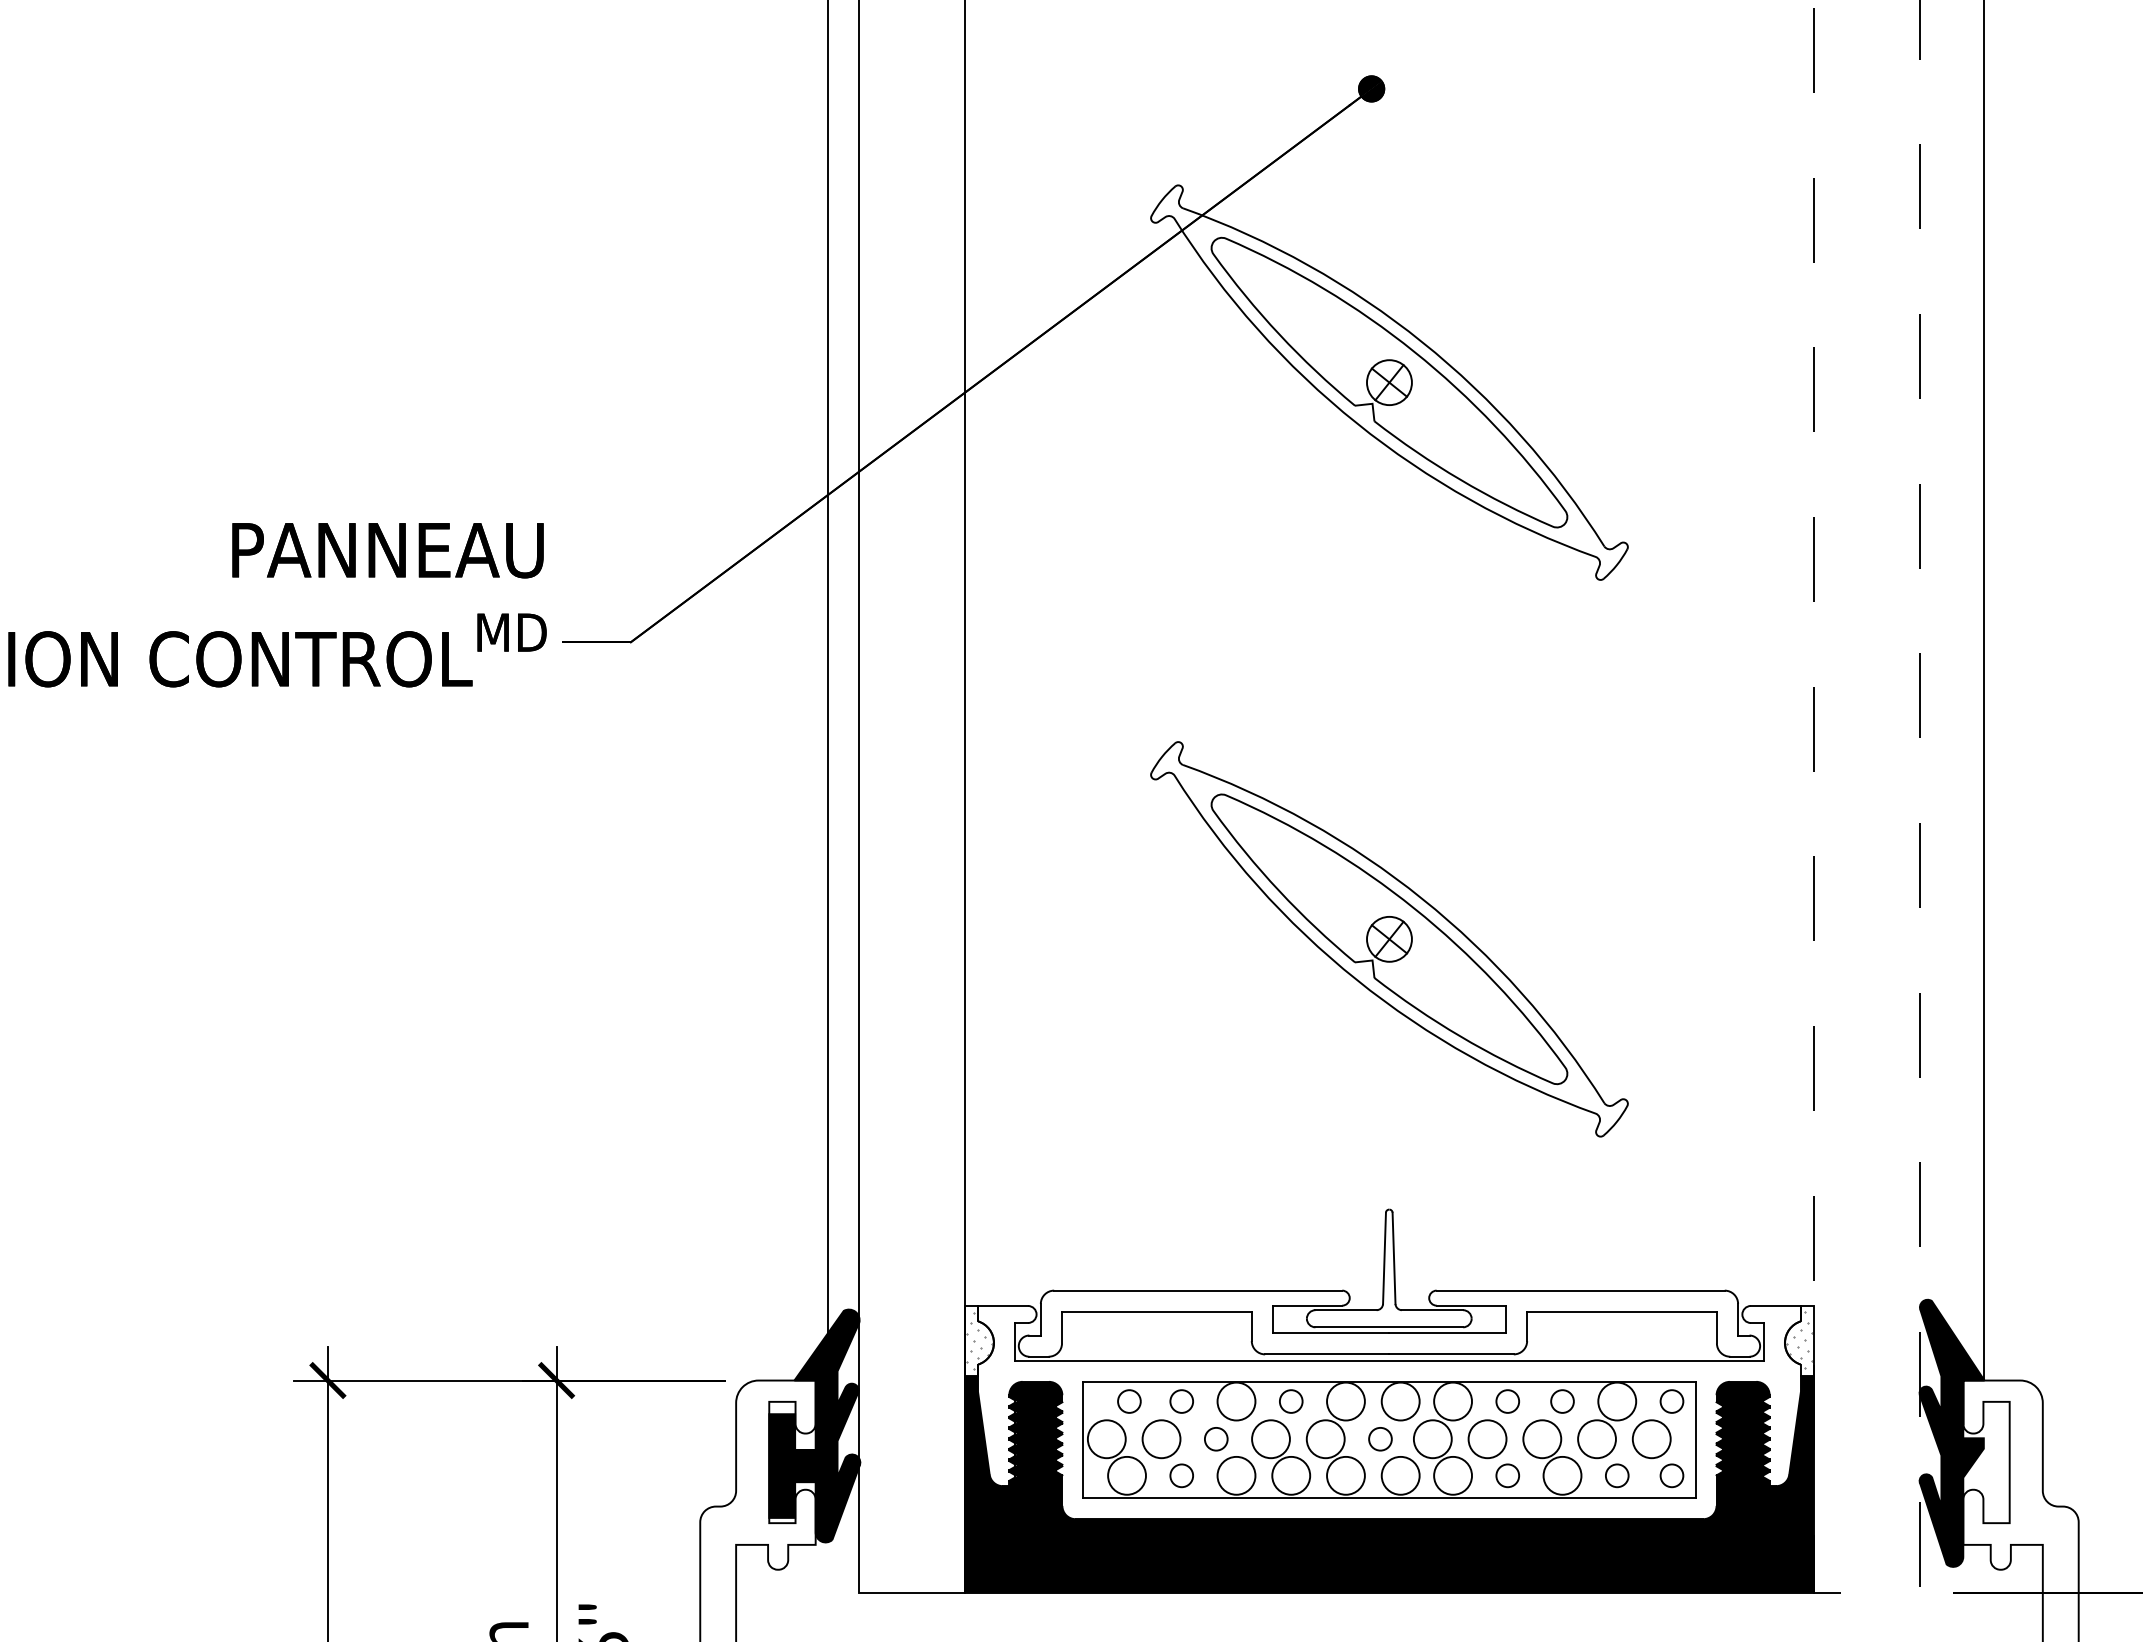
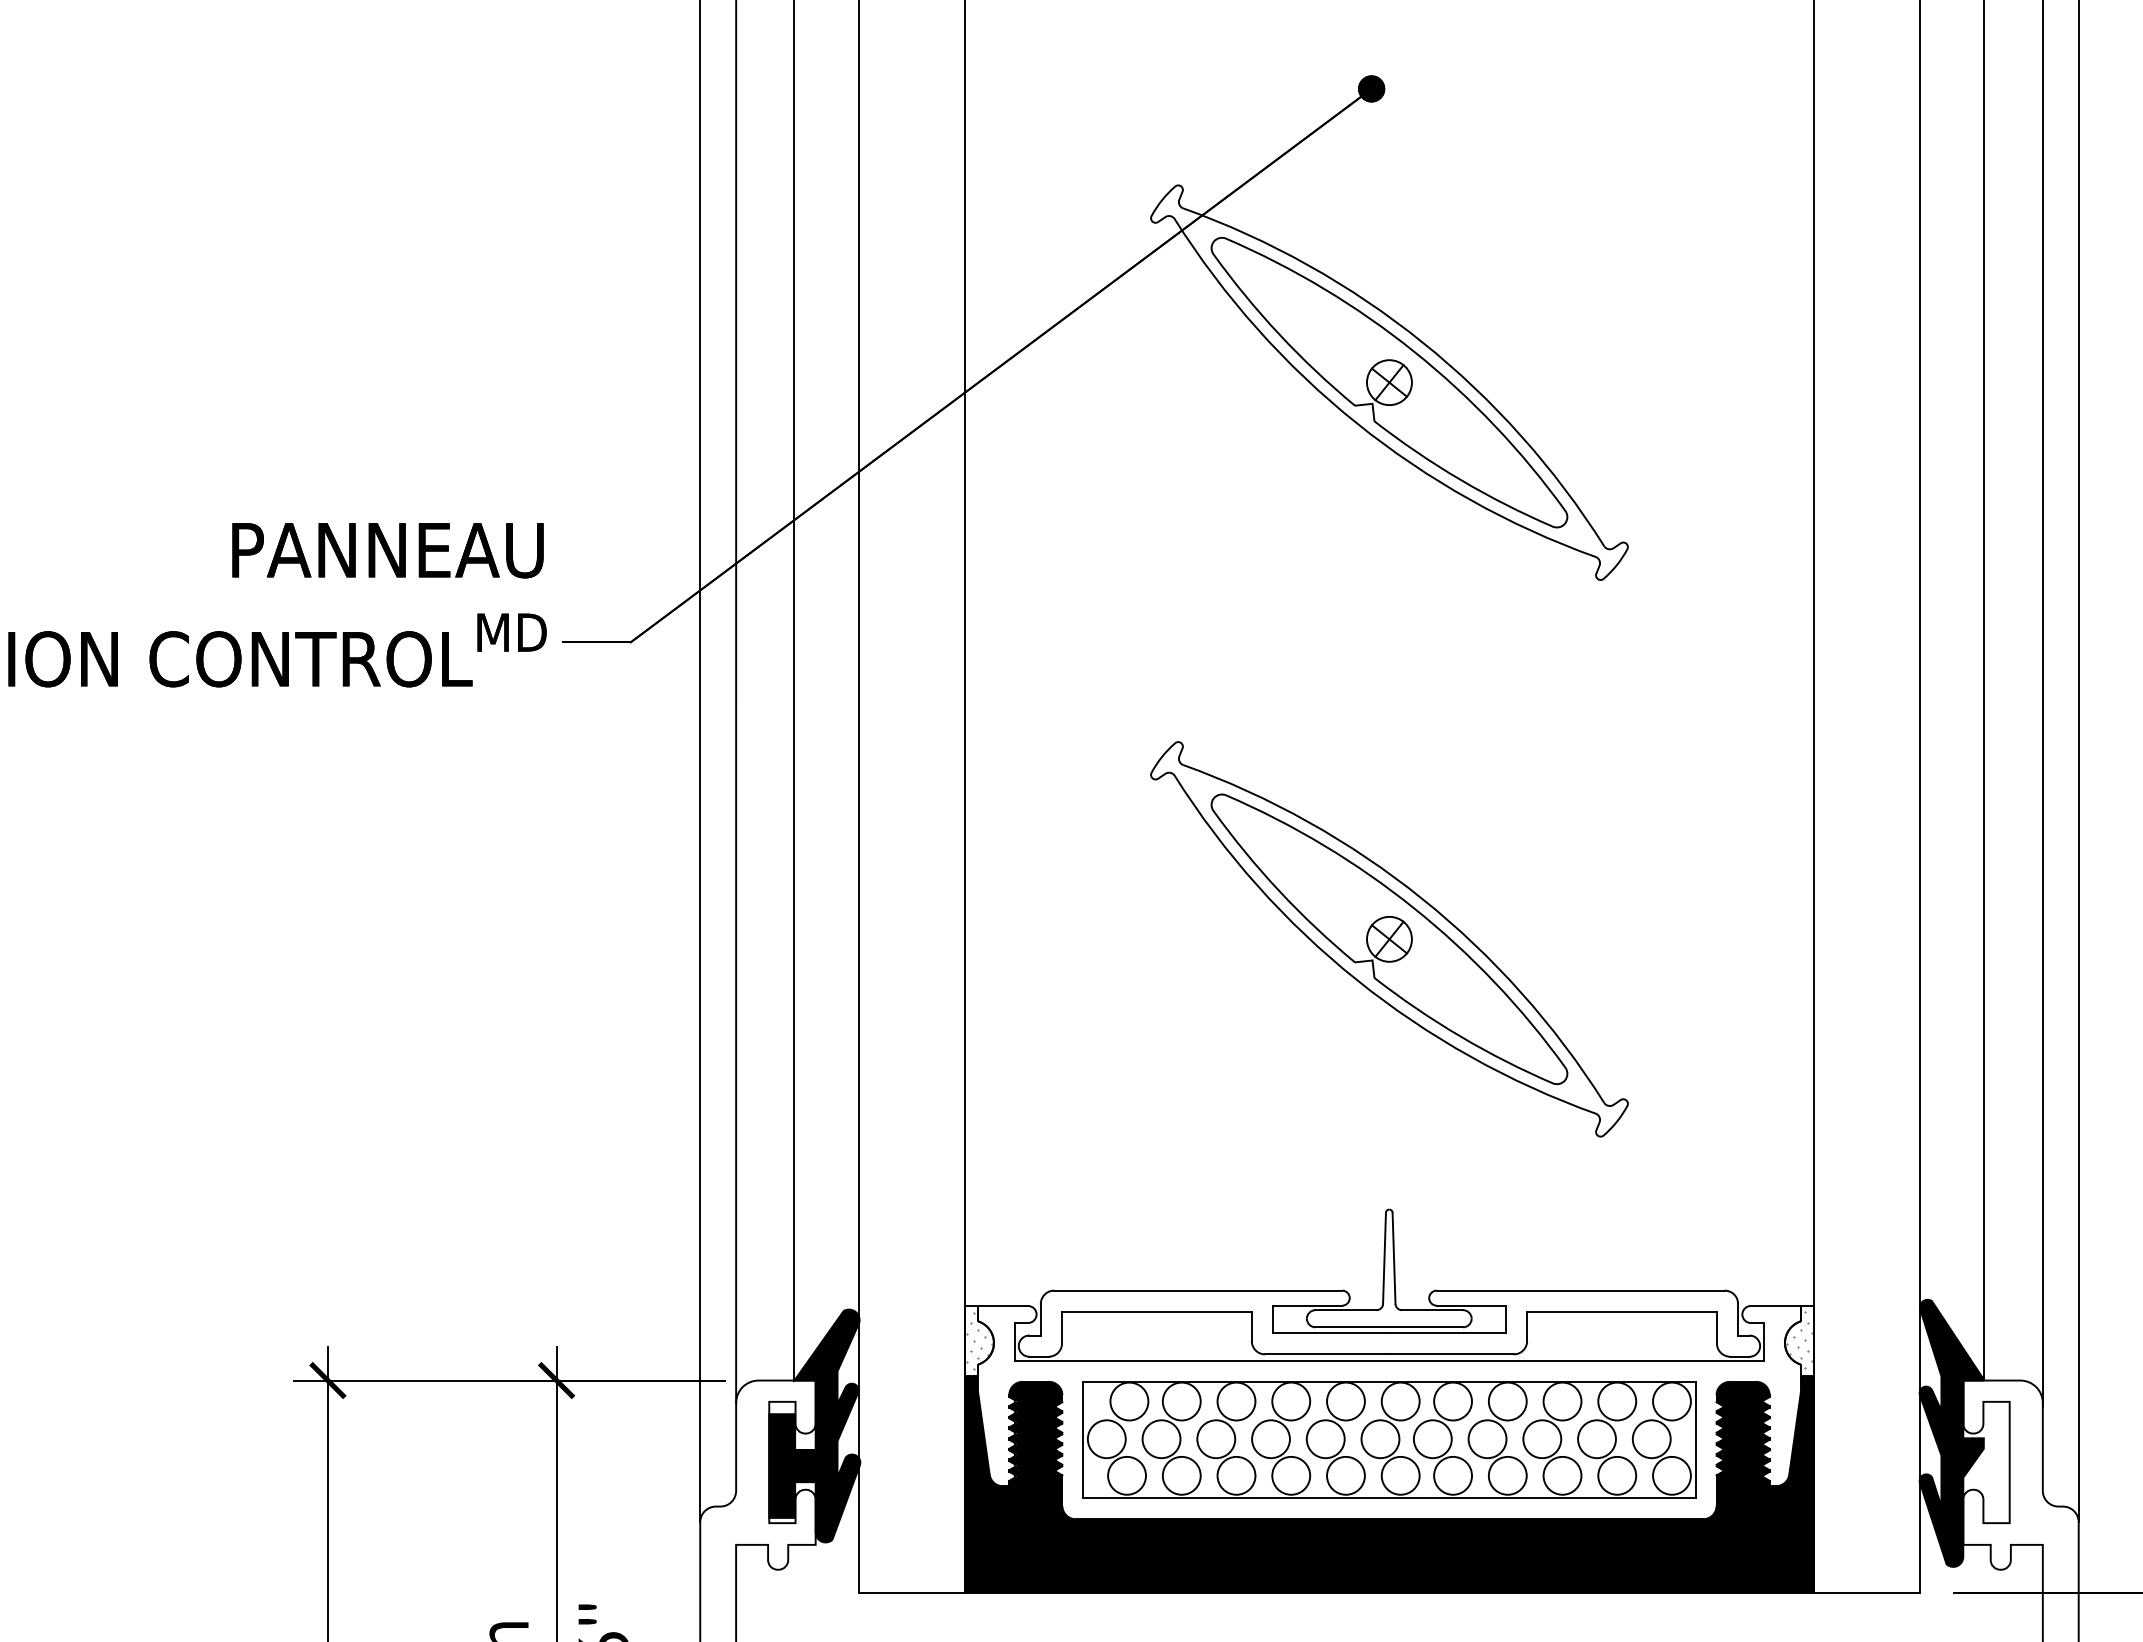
line at (828, 691) position: (828, 691) -> (794, 691)
line at (736, 702): none -> present
line at (2042, 704): none -> present
line at (700, 762): none -> present
line at (2078, 762): none -> present
circle at (1129, 1401) diameter: 23 px -> 38 px
circle at (1181, 1401) diameter: 23 px -> 38 px
circle at (1290, 1401) diameter: 23 px -> 38 px
circle at (1507, 1401) diameter: 23 px -> 38 px
circle at (1562, 1401) diameter: 23 px -> 38 px
circle at (1671, 1401) diameter: 23 px -> 38 px
circle at (1215, 1438) diameter: 23 px -> 38 px
circle at (1380, 1438) diameter: 23 px -> 38 px
circle at (1181, 1475) diameter: 23 px -> 38 px
circle at (1507, 1475) diameter: 23 px -> 38 px
circle at (1616, 1475) diameter: 23 px -> 38 px
circle at (1671, 1475) diameter: 23 px -> 38 px
line at (1867, 1592): dashed -> solid
